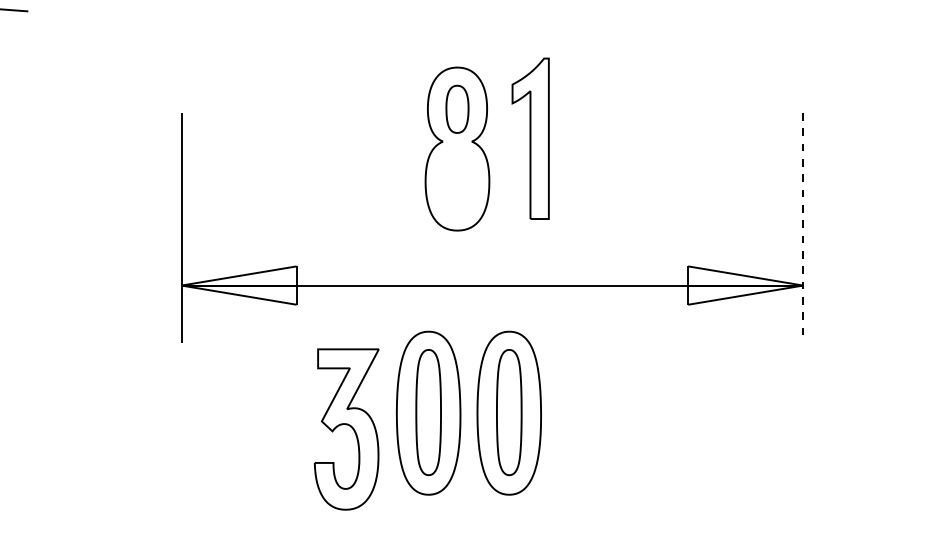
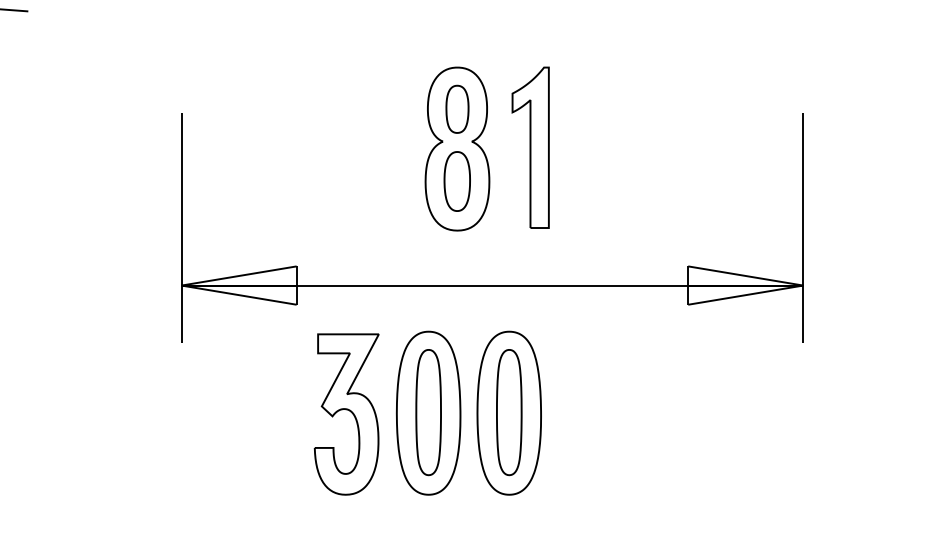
part at (530, 138) position: (530, 138) -> (530, 147)
part at (456, 181): none -> present
line at (803, 228): dashed -> solid
part at (346, 429) position: (346, 429) -> (346, 414)
